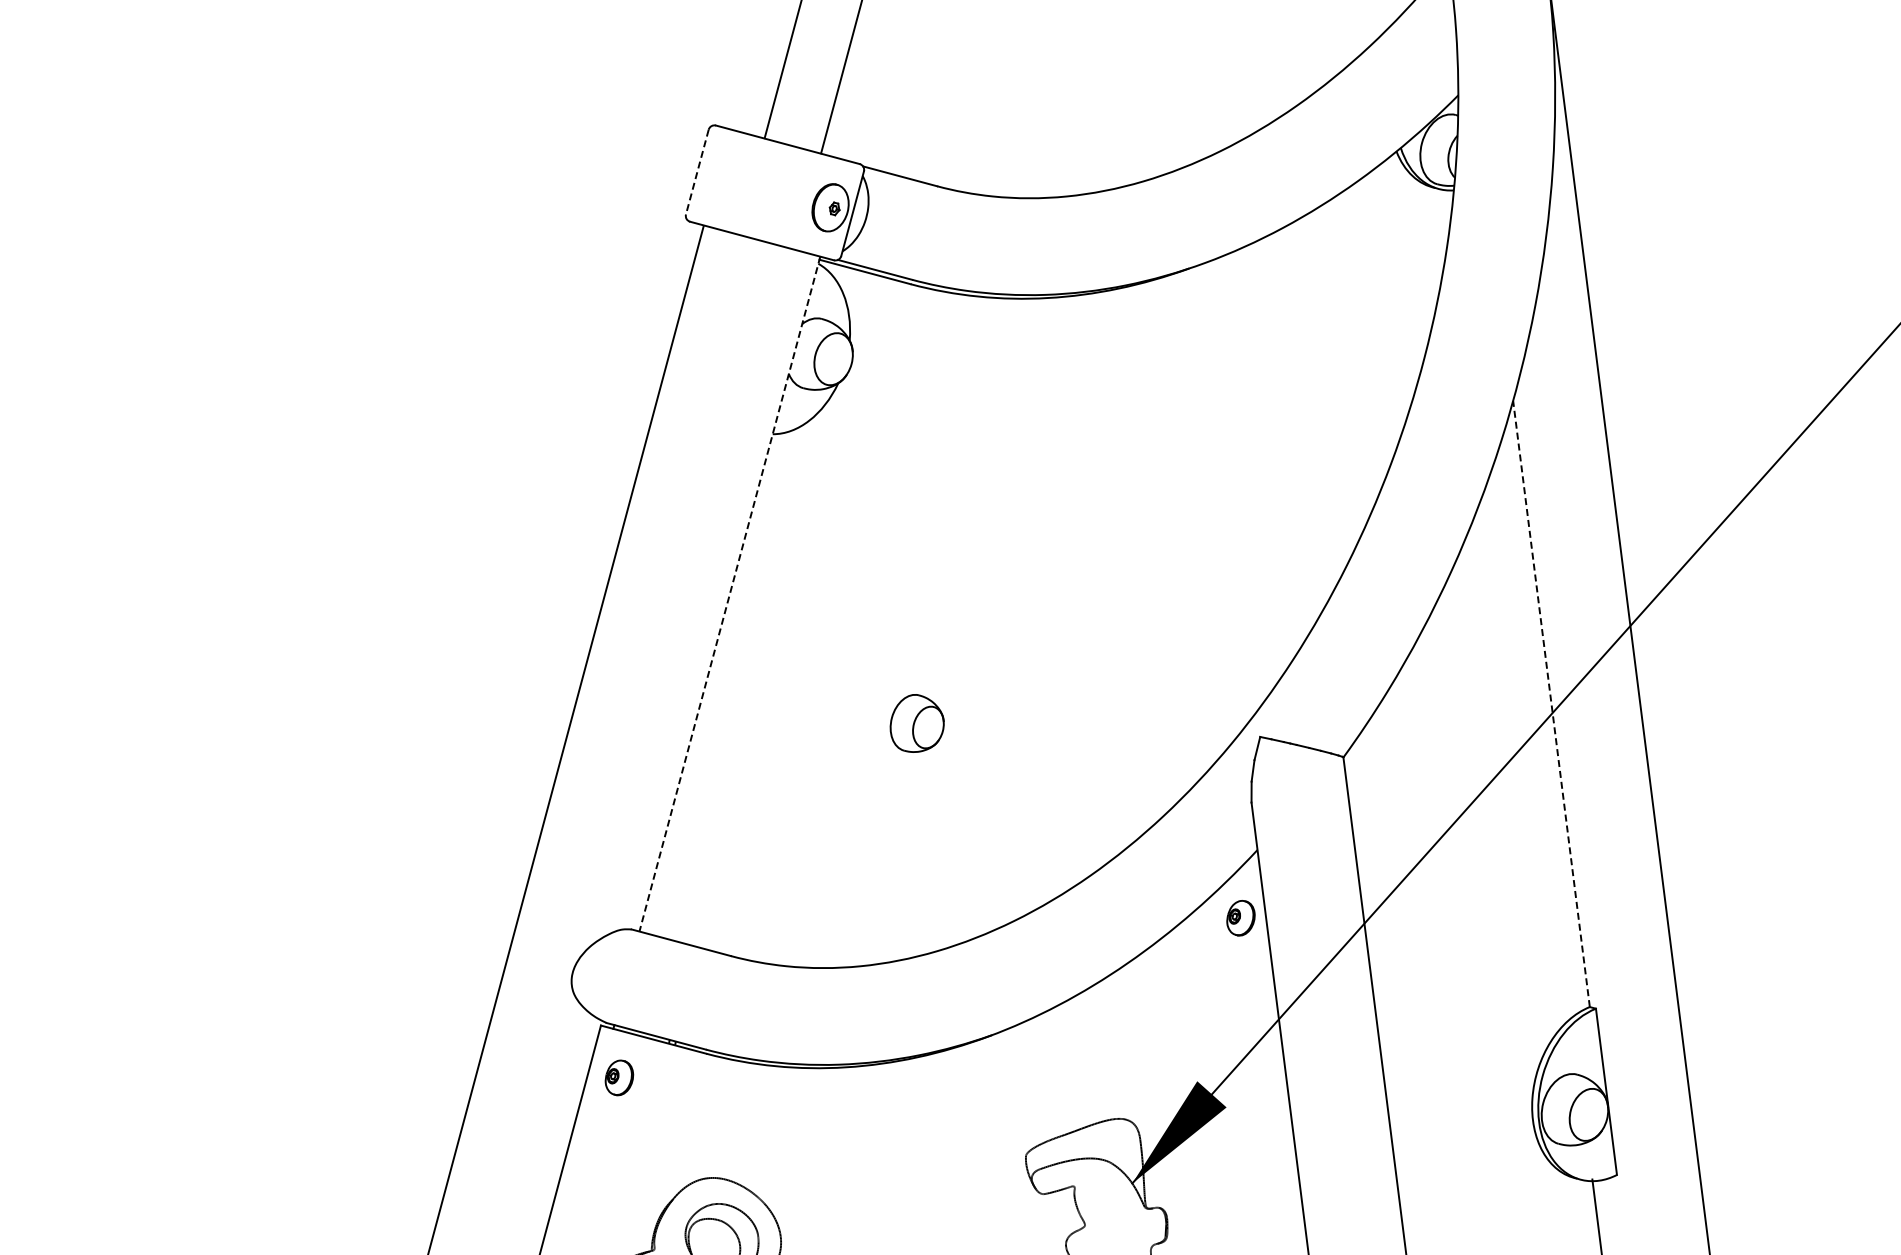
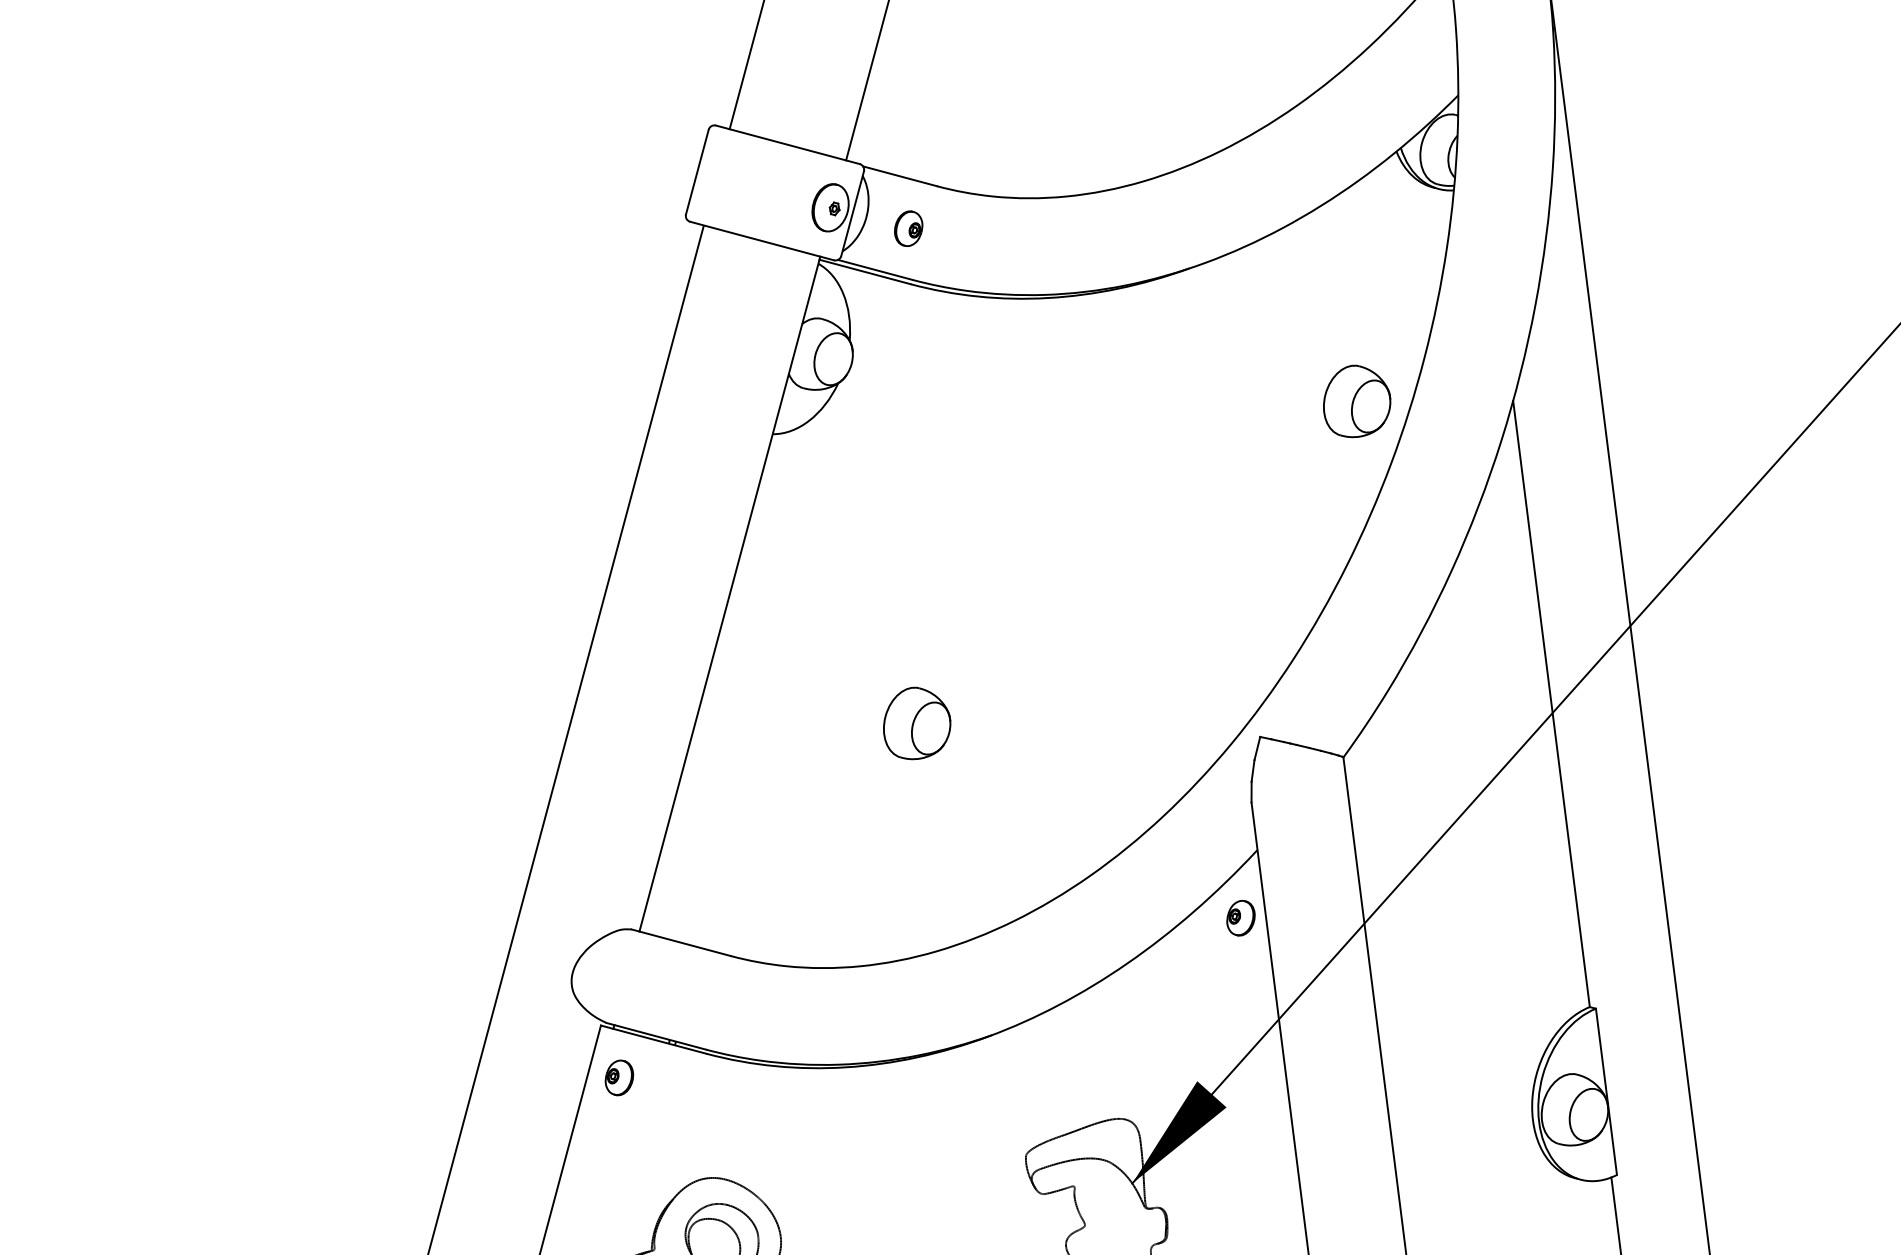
line at (782, 70) position: (782, 70) -> (746, 65)
line at (841, 77) position: (841, 77) -> (867, 81)
line at (697, 172): dashed -> solid
part at (908, 228): none -> present
part at (1357, 401): none -> present
line at (729, 594): dashed -> solid
line at (1551, 703): dashed -> solid
part at (916, 723) size: 56x59 px -> 69x75 px
line at (1596, 1215) position: (1596, 1215) -> (1615, 1214)
